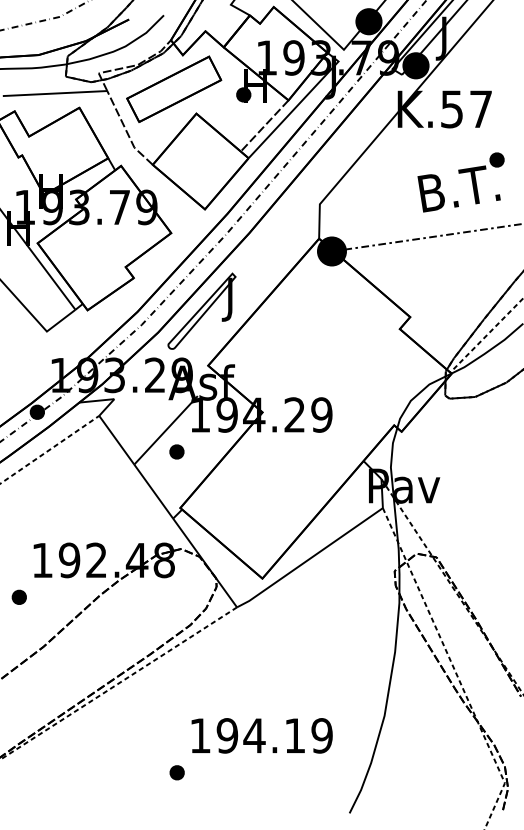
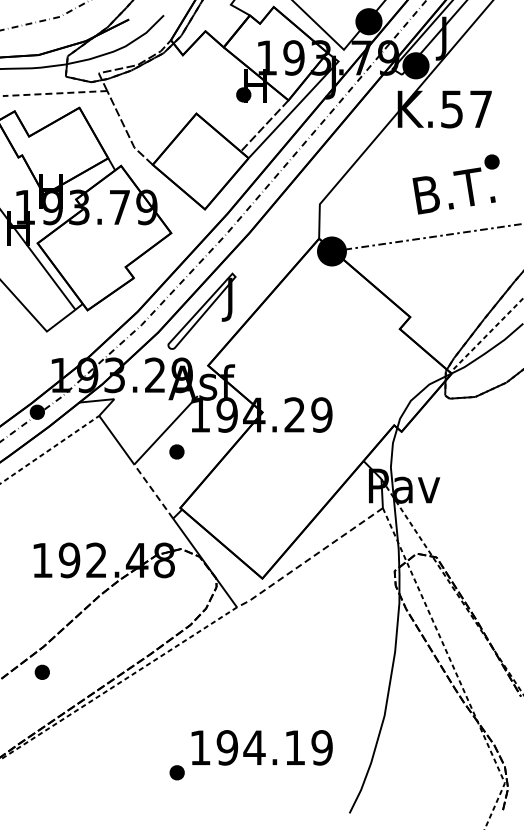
part at (174, 88): present -> none
line at (54, 93): solid -> dashed
text at (460, 182) position: (460, 182) -> (455, 184)
line at (153, 491): solid -> dashed
line at (309, 558): solid -> dashed
part at (18, 596) position: (18, 596) -> (41, 671)
text at (261, 735) position: (261, 735) -> (261, 747)
